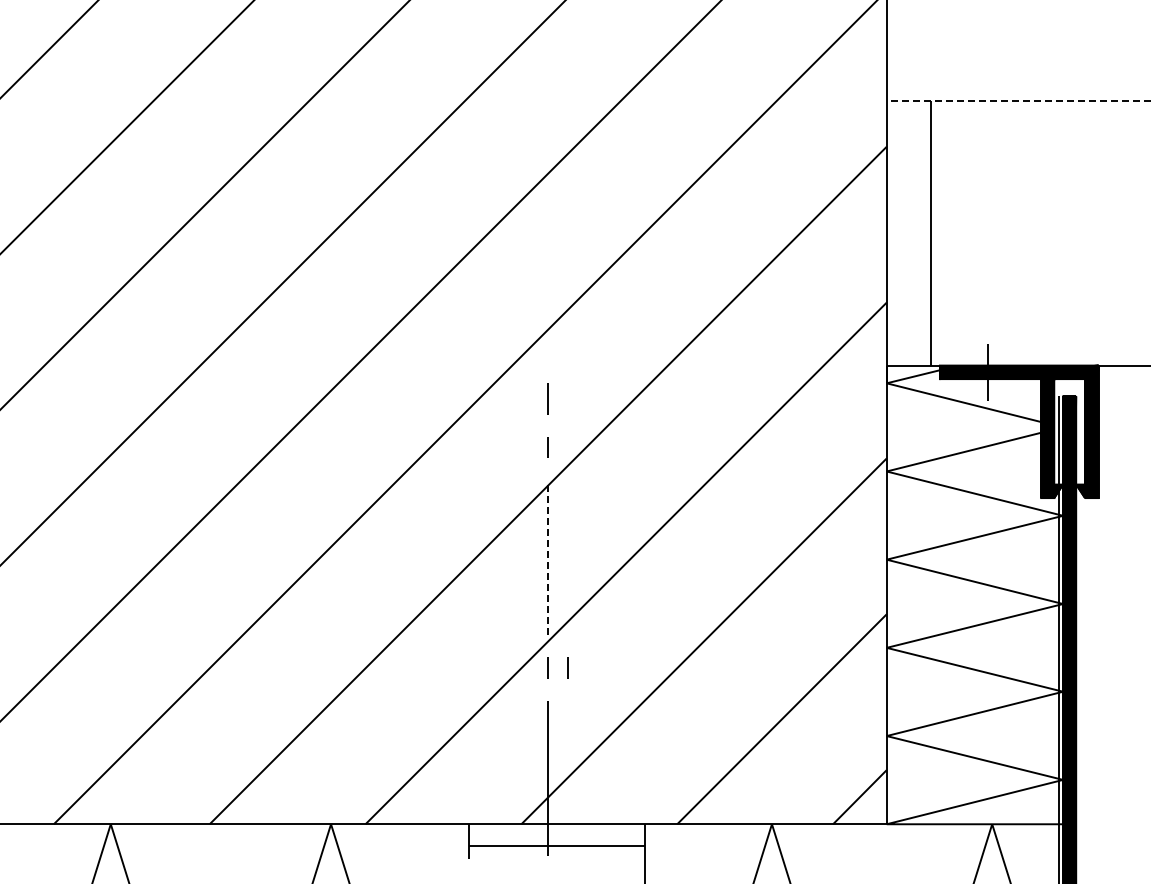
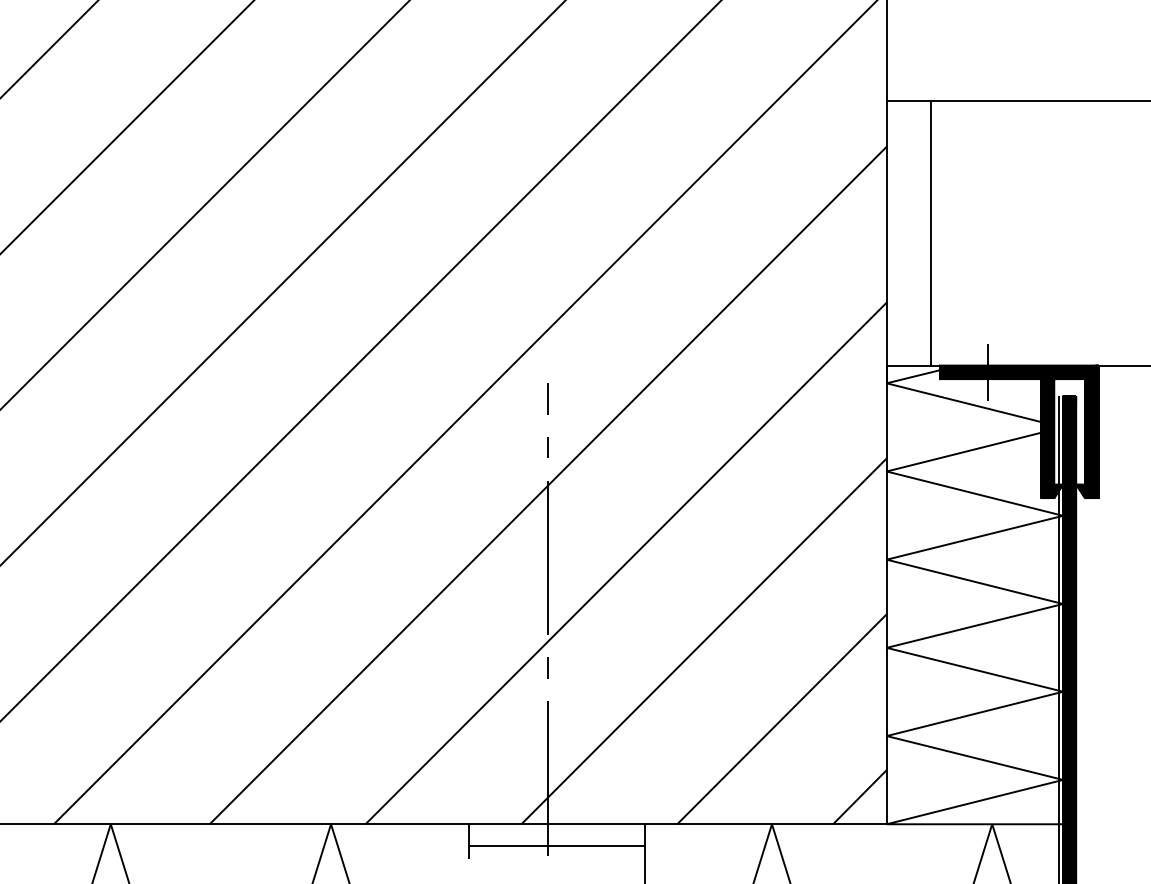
line at (1018, 101): dashed -> solid
line at (547, 557): dashed -> solid
line at (567, 667): present -> none
